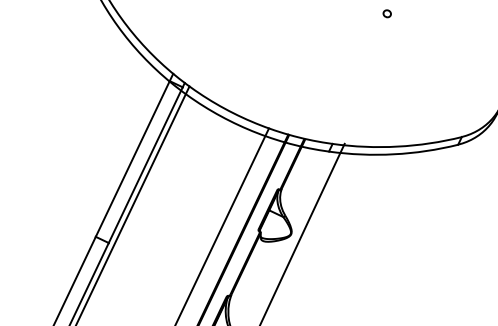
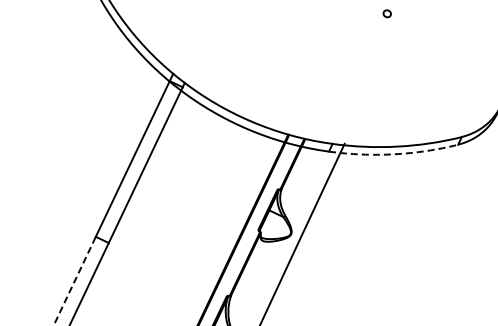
arc at (393, 154): solid -> dashed
line at (133, 204): present -> none
line at (222, 225): present -> none
line at (74, 280): solid -> dashed
